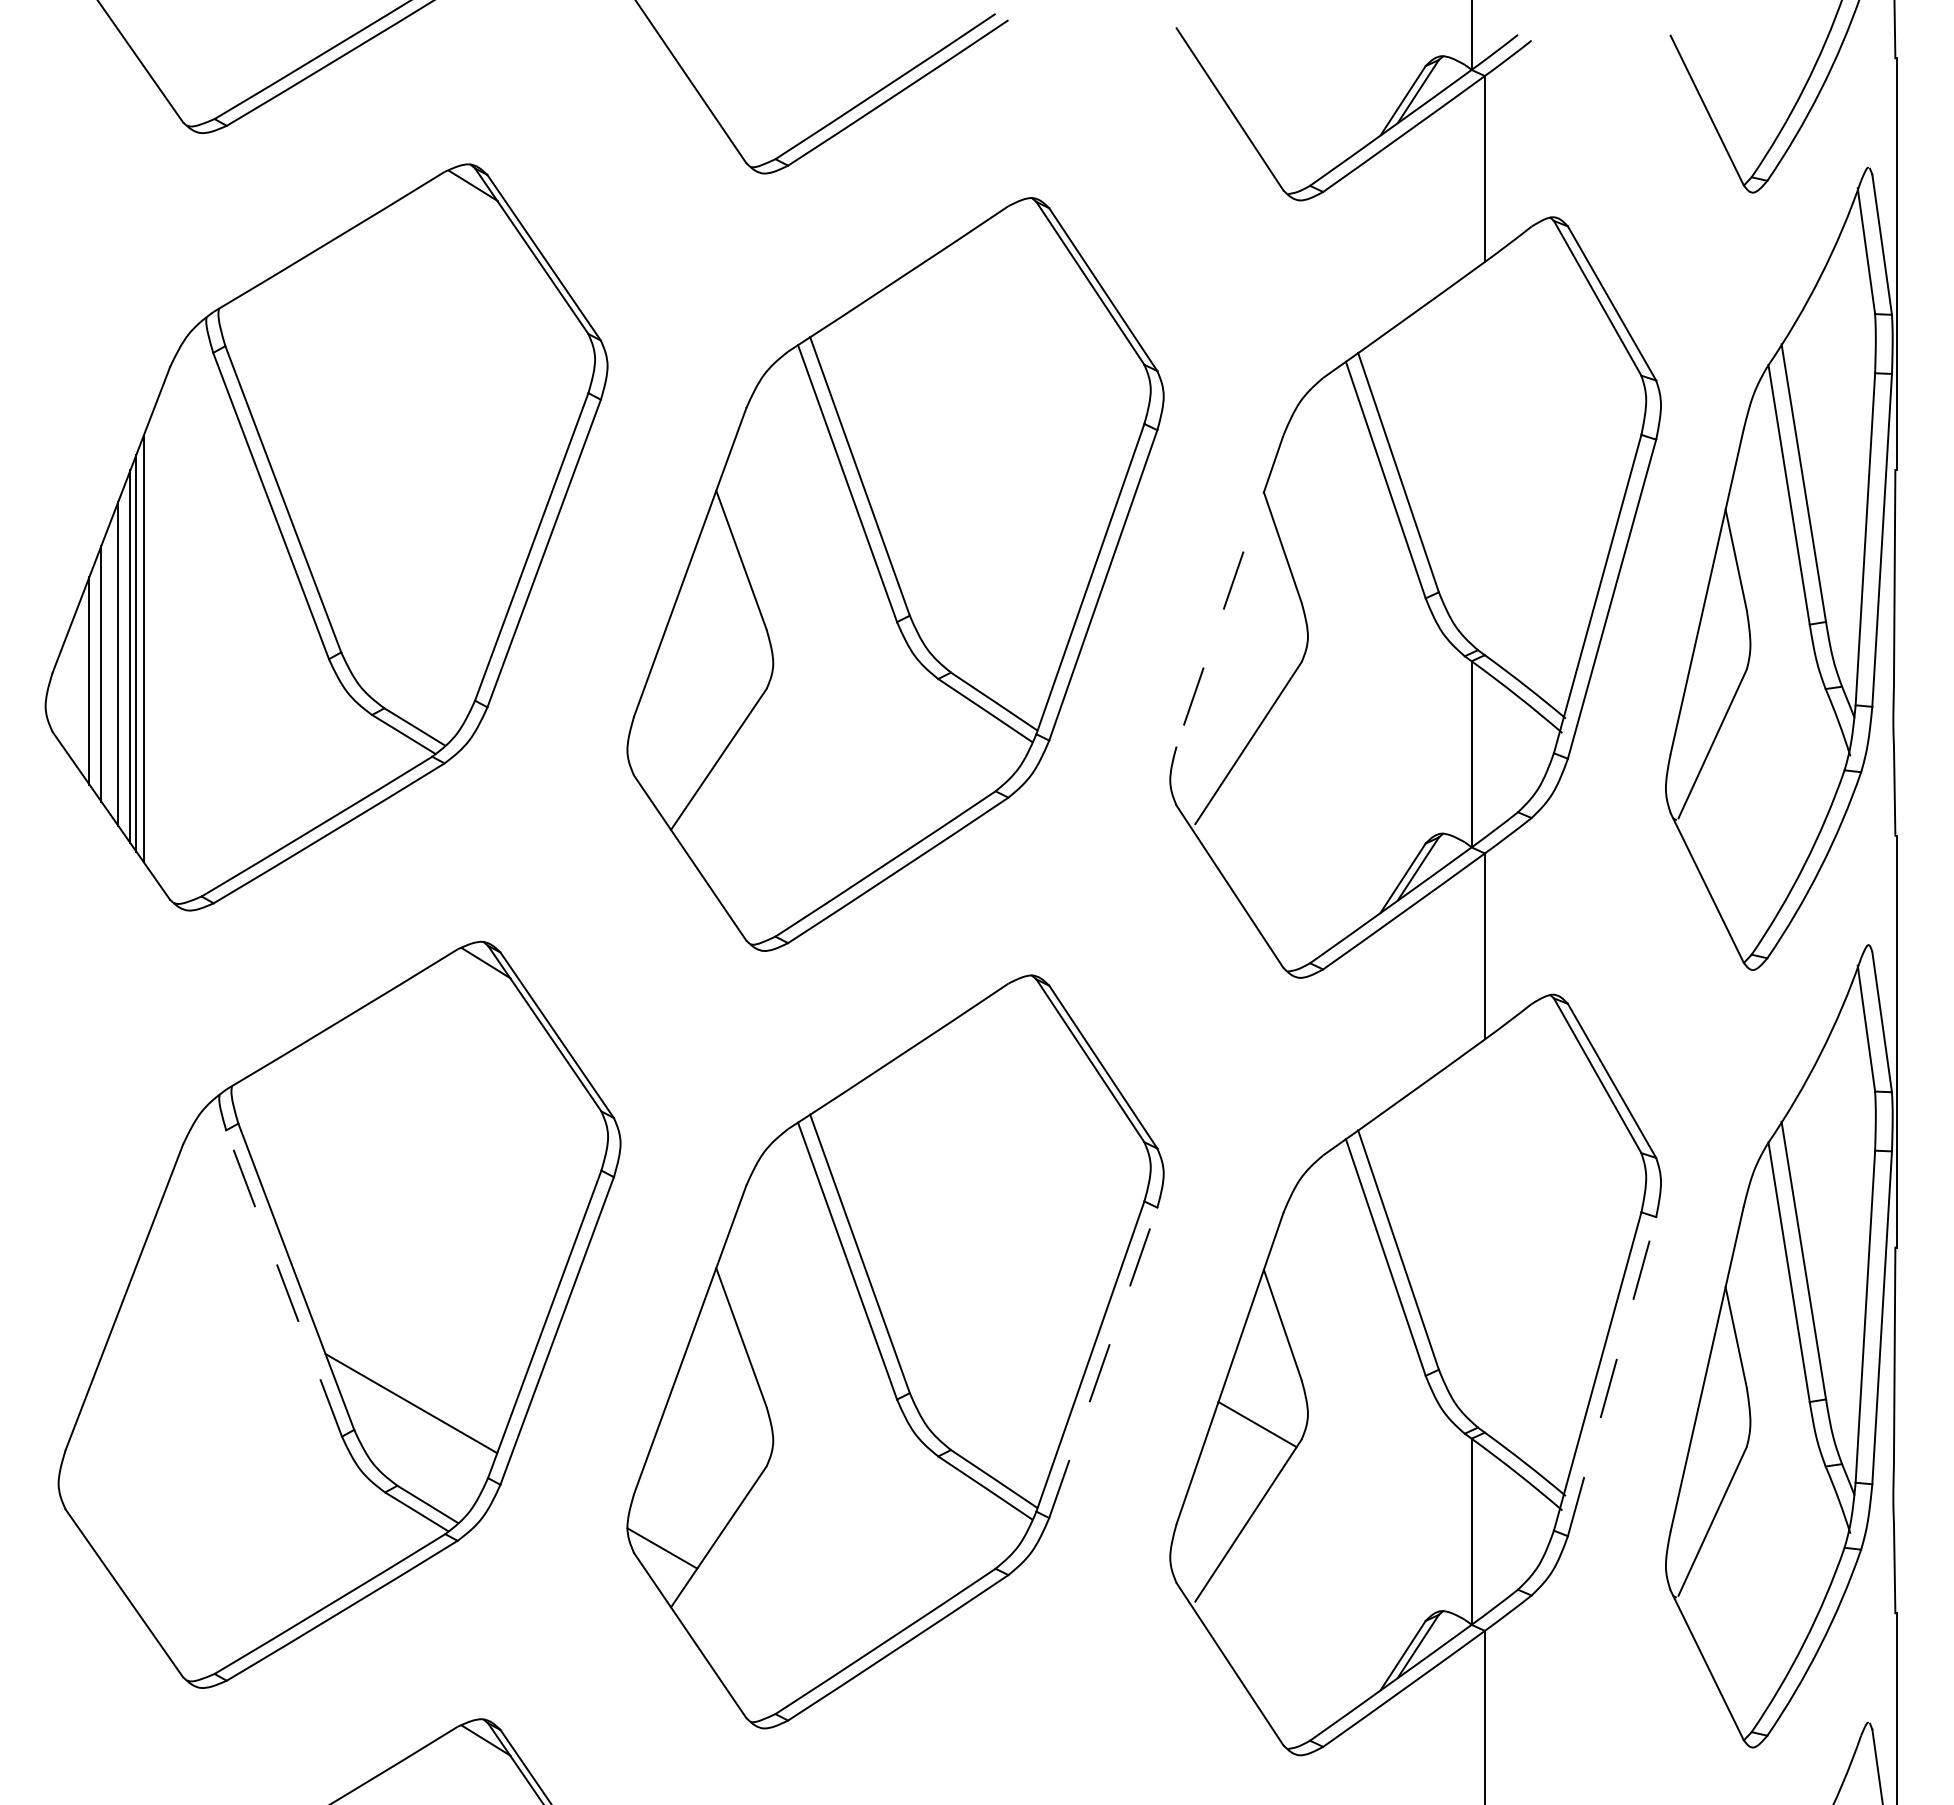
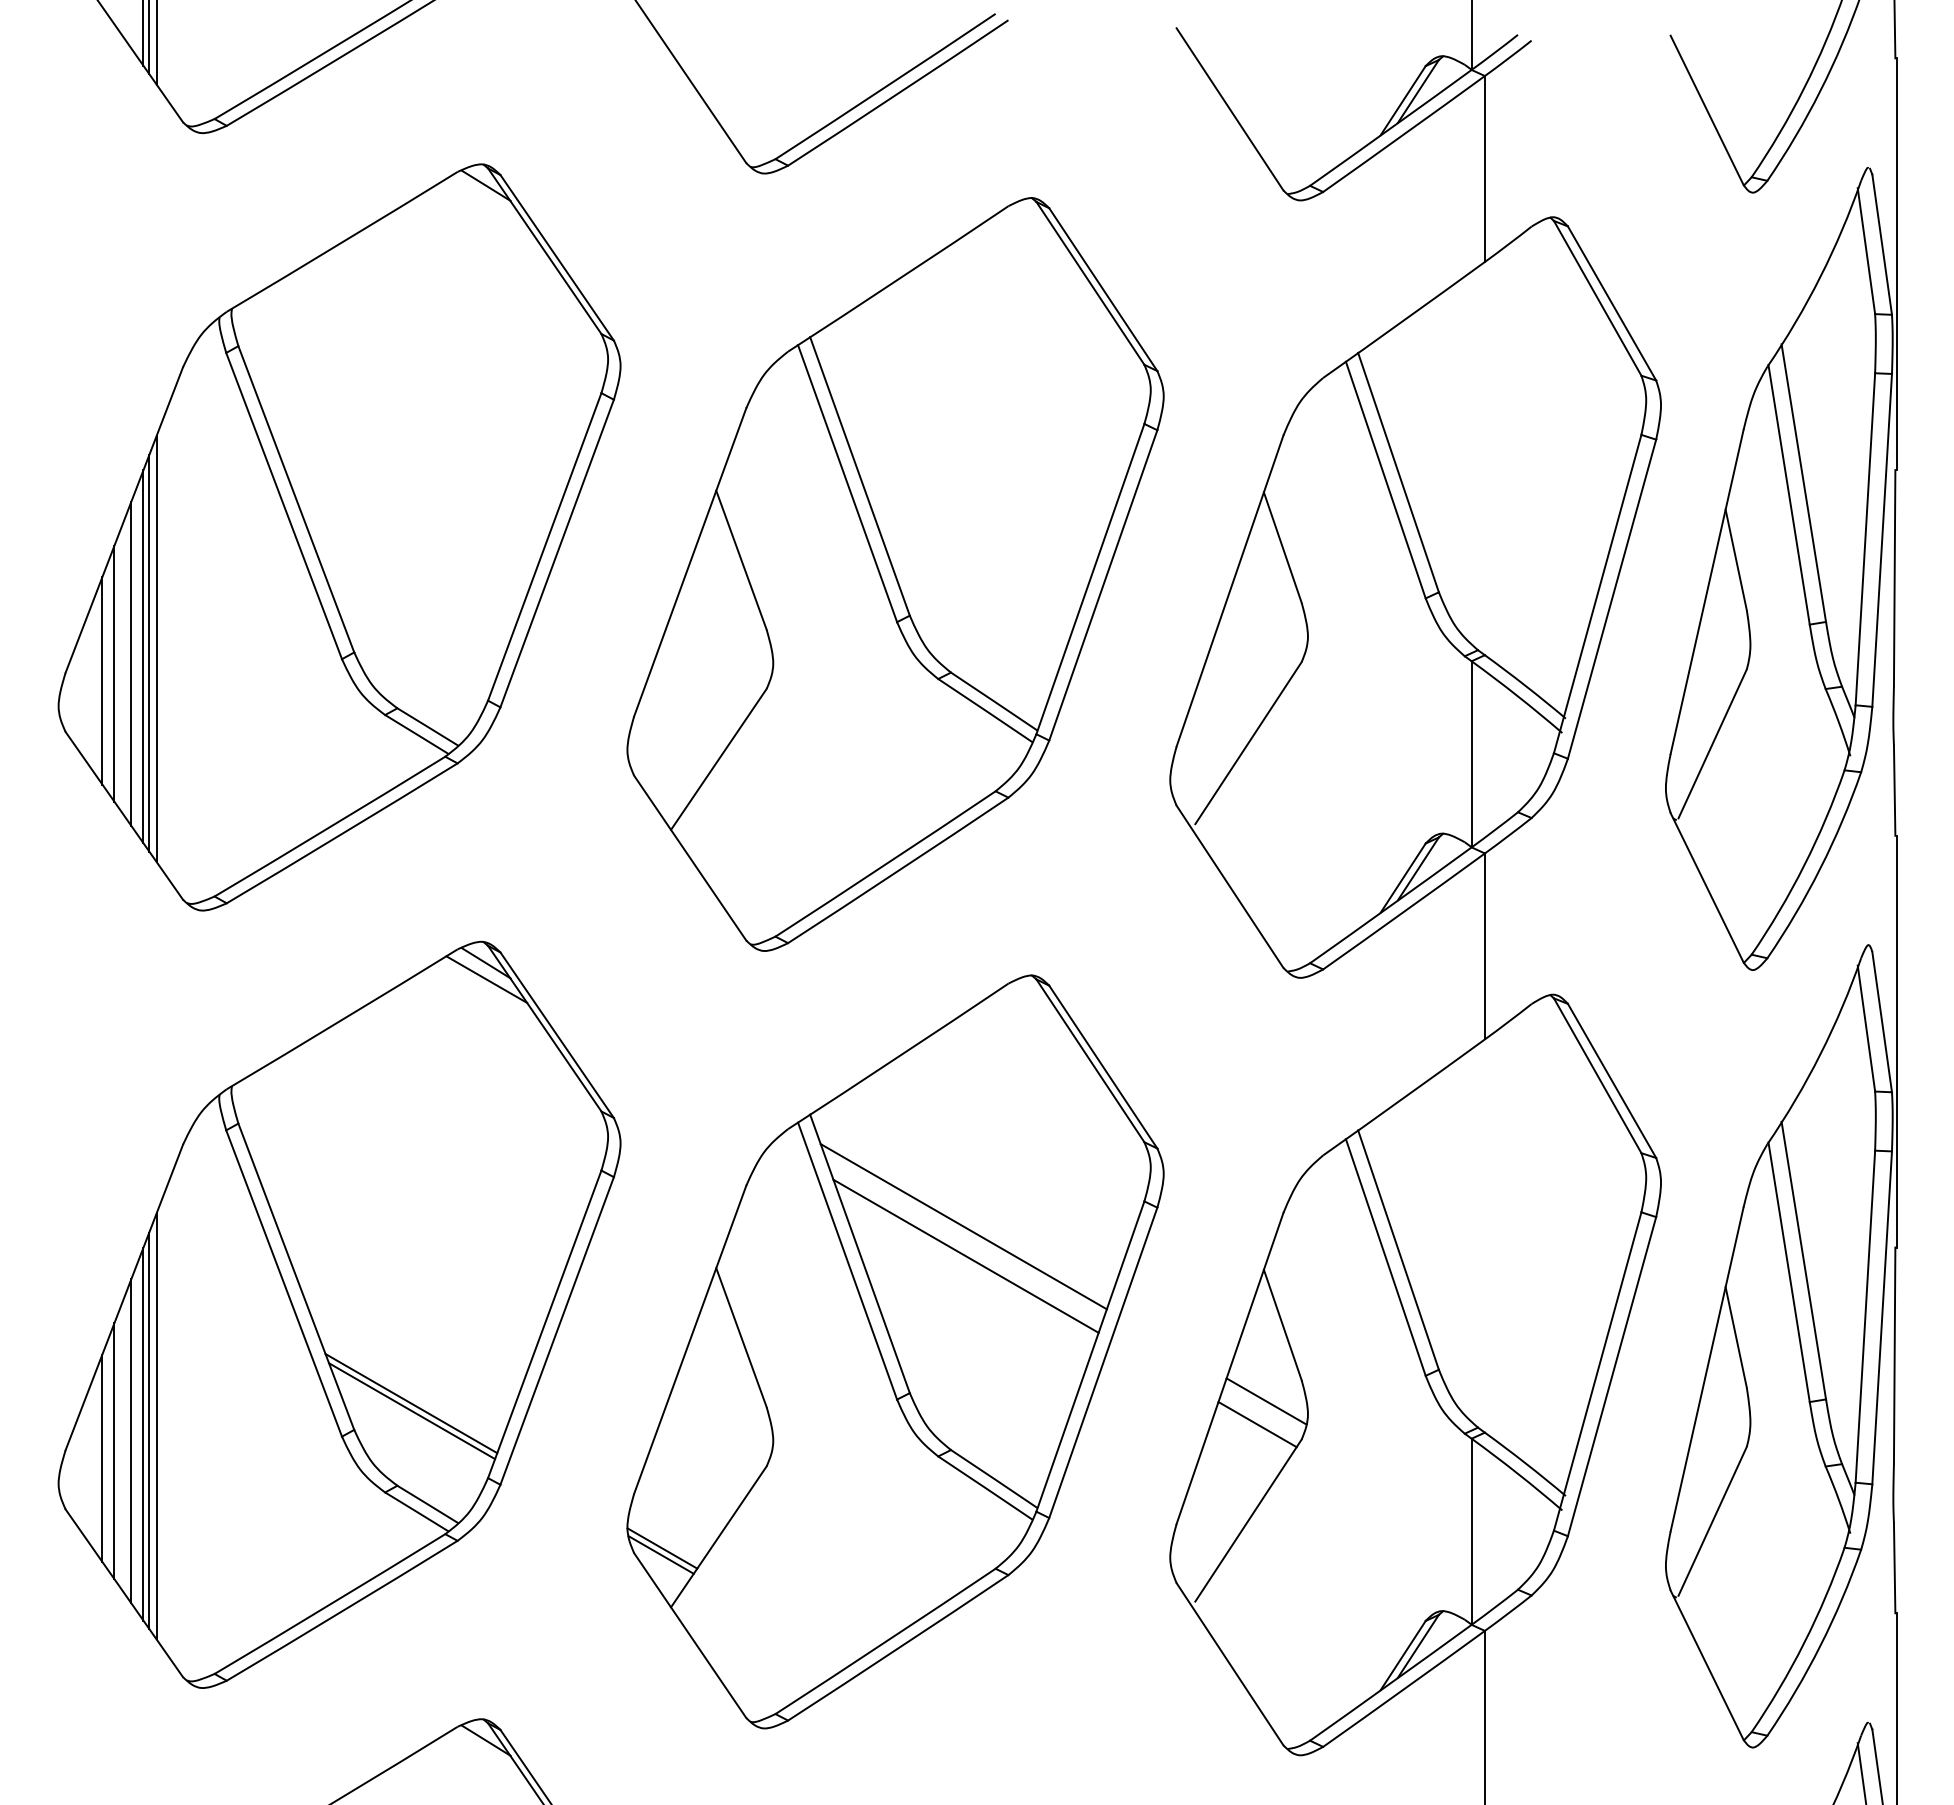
line at (143, 33): none -> present
line at (149, 38): none -> present
line at (156, 43): none -> present
part at (326, 537) position: (326, 537) -> (339, 537)
line at (1229, 591): dashed -> solid
line at (486, 979): none -> present
line at (963, 1226): none -> present
line at (965, 1255): none -> present
line at (284, 1283): dashed -> solid
line at (1103, 1362): dashed -> solid
line at (1612, 1376): dashed -> solid
line at (1266, 1401): none -> present
line at (412, 1411): none -> present
line at (156, 1426): none -> present
line at (149, 1430): none -> present
line at (143, 1433): none -> present
line at (131, 1441): none -> present
line at (114, 1451): none -> present
line at (102, 1457): none -> present
line at (660, 1554): none -> present
line at (1861, 1772): none -> present
